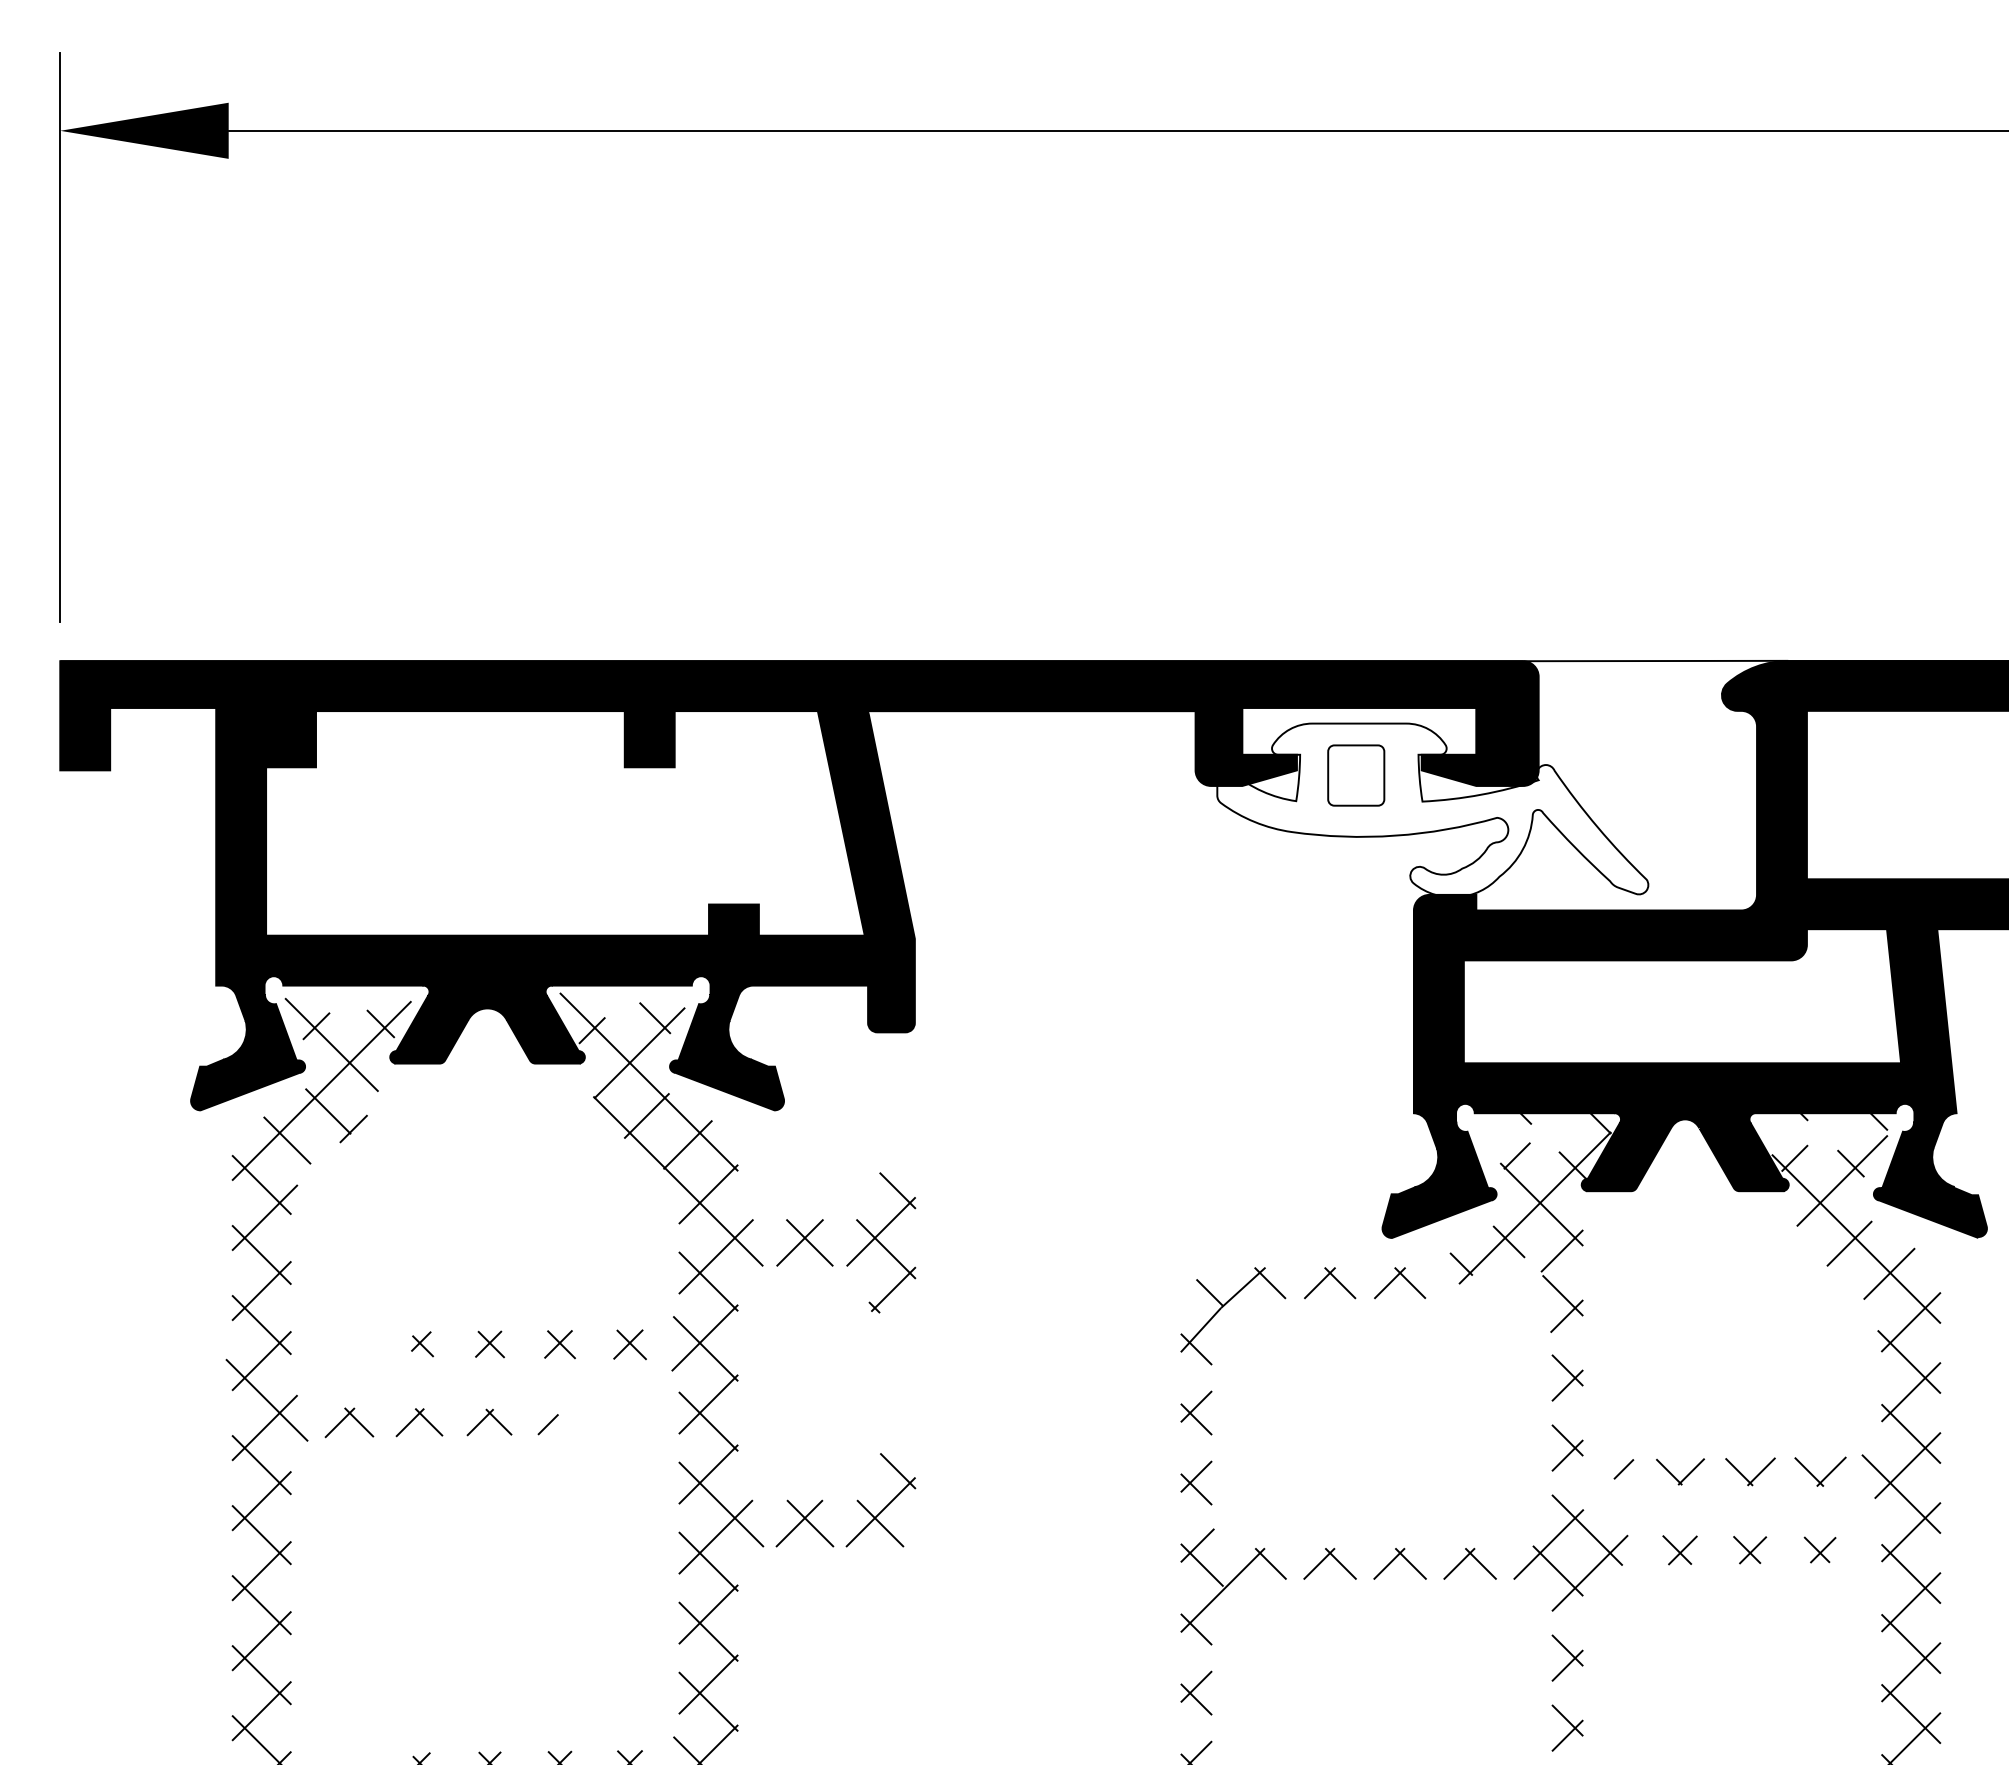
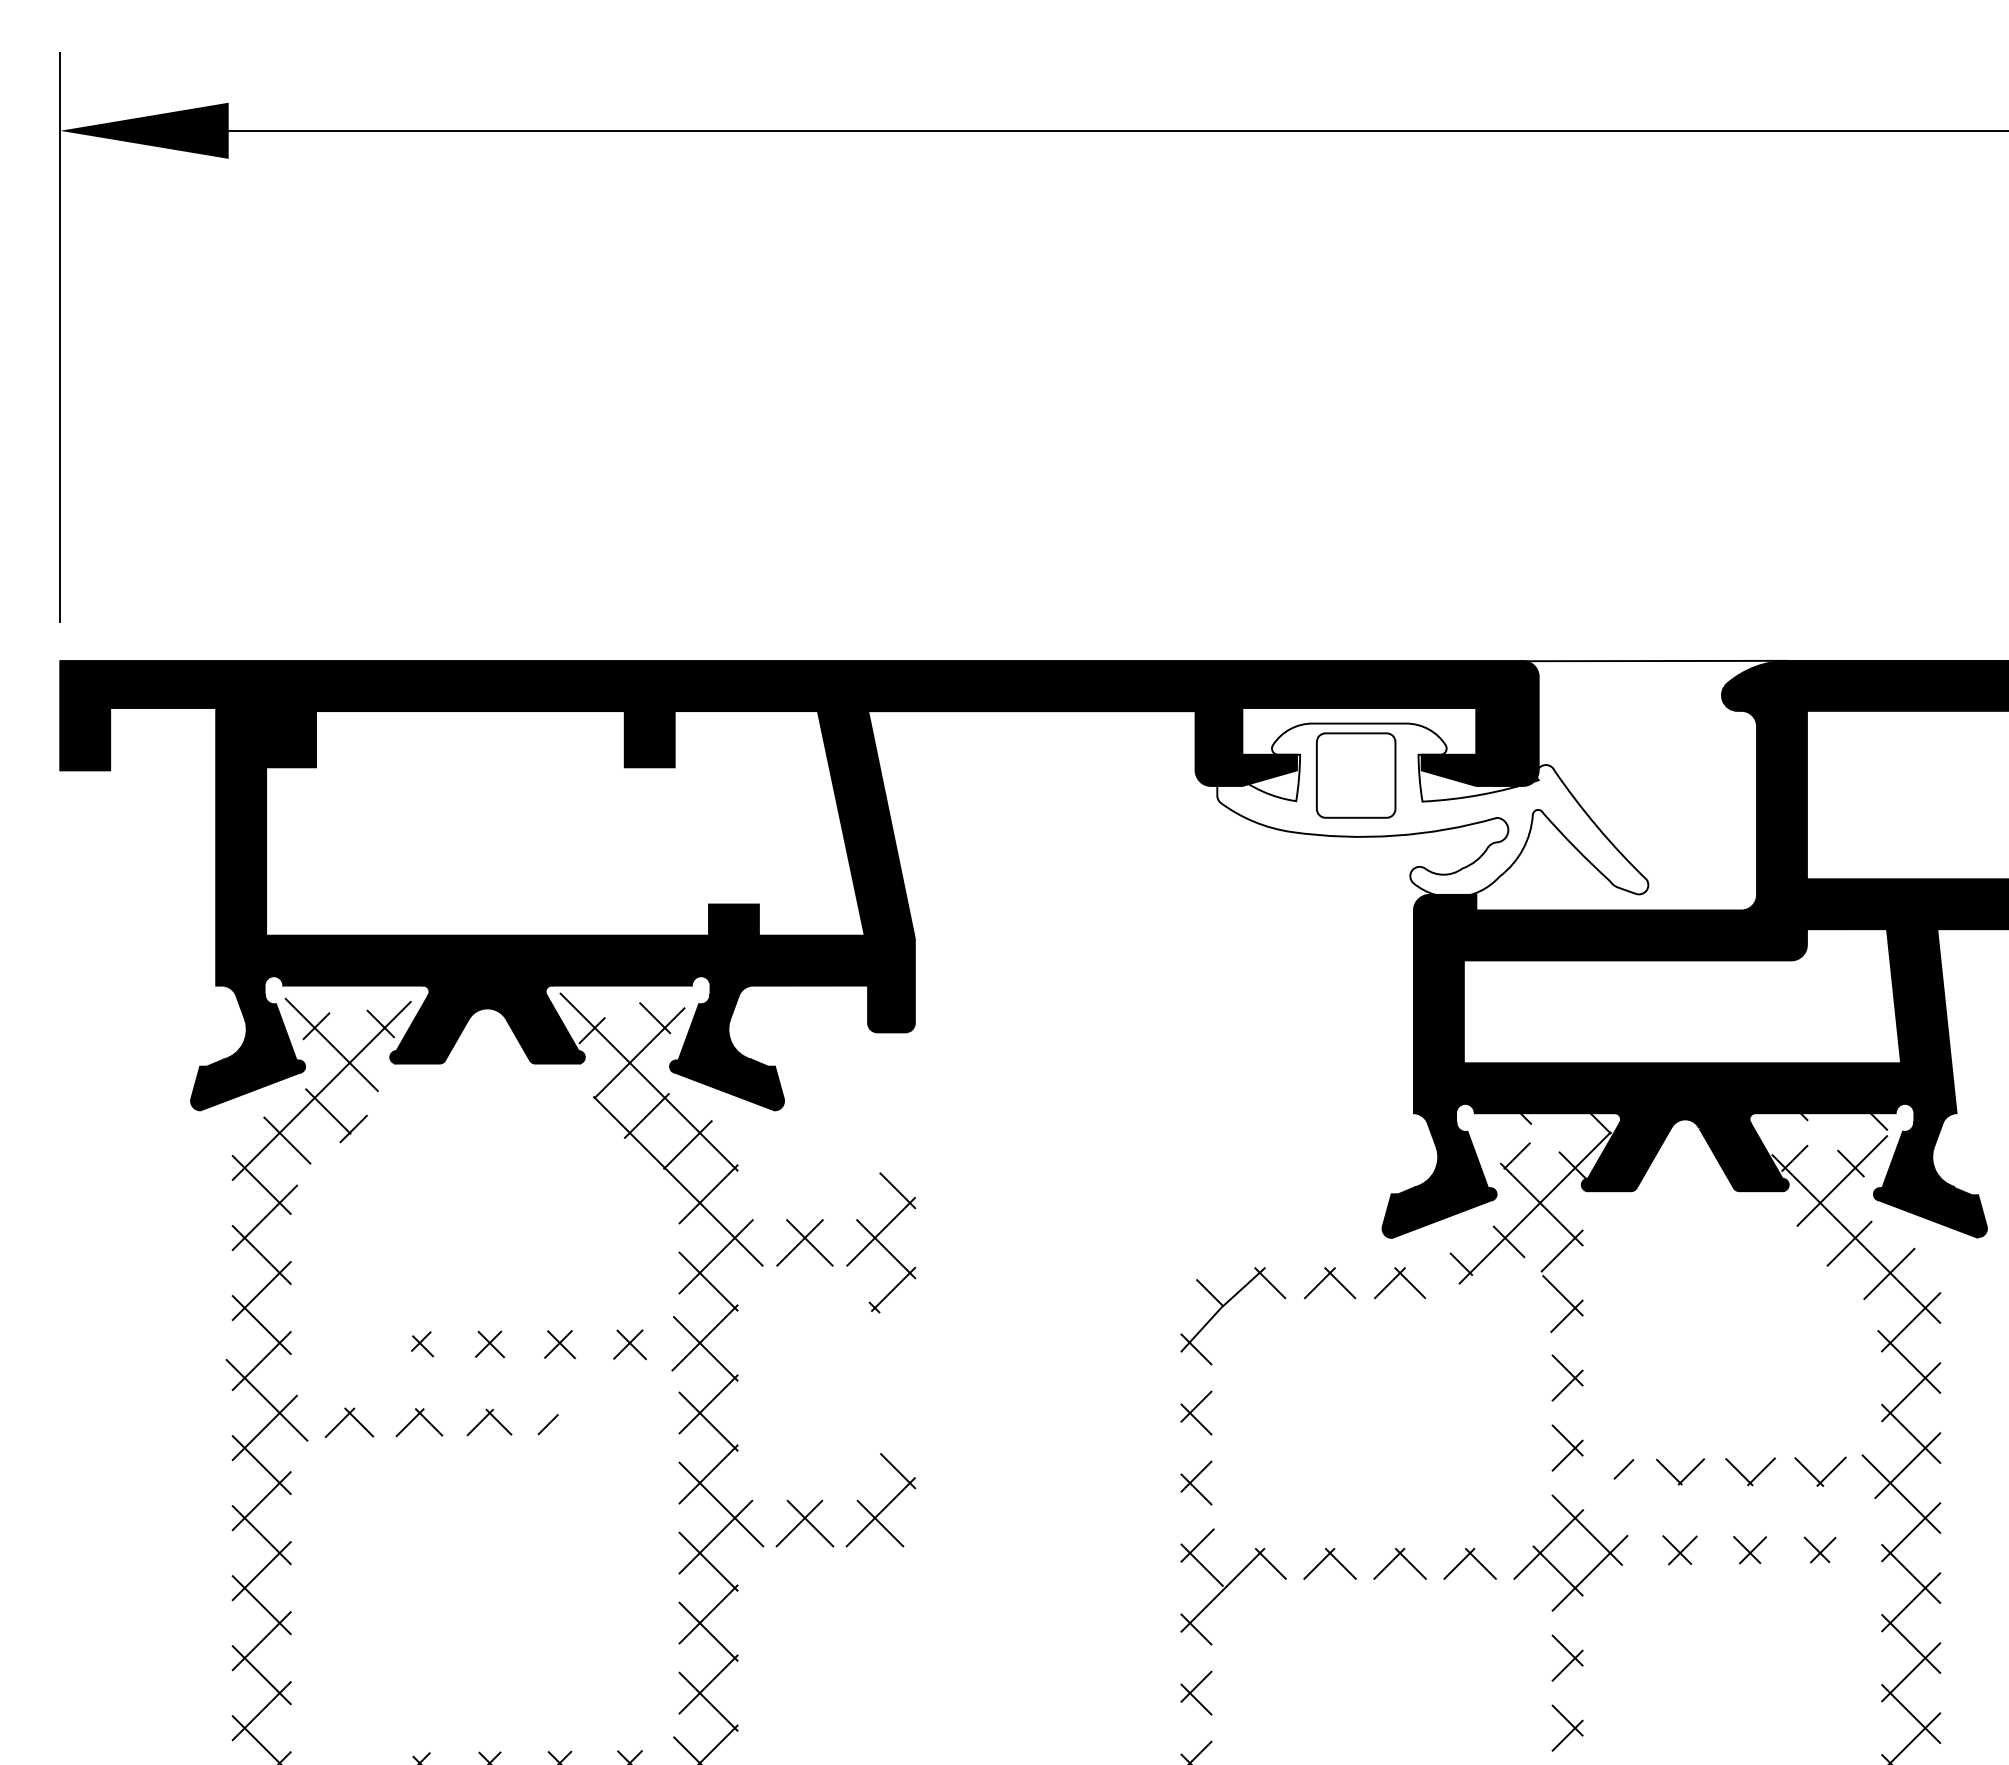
part at (1356, 775) size: 59x63 px -> 81x87 px
